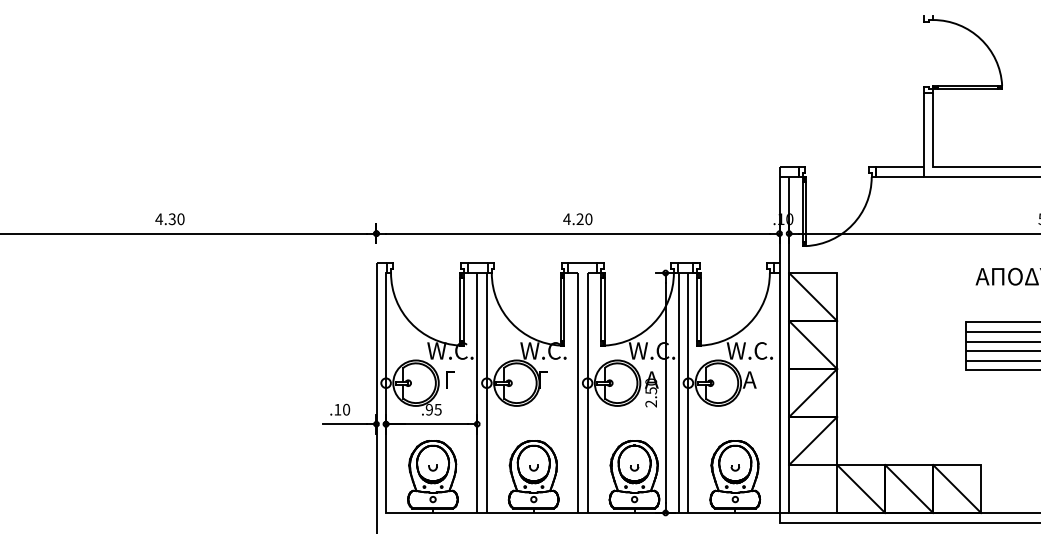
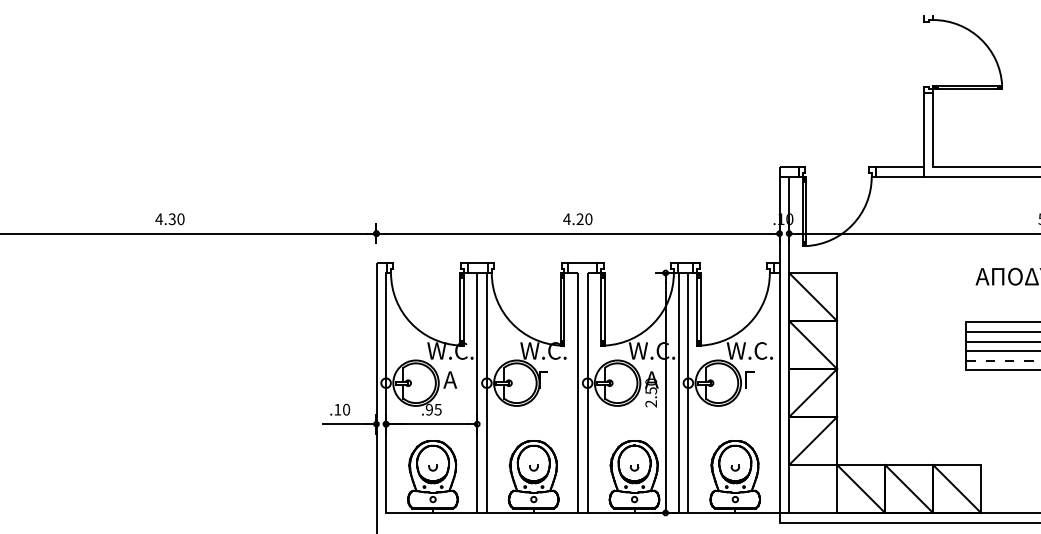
line at (1003, 360): solid -> dashed
text at (450, 379): Γ -> Α
text at (749, 379): Α -> Γ
